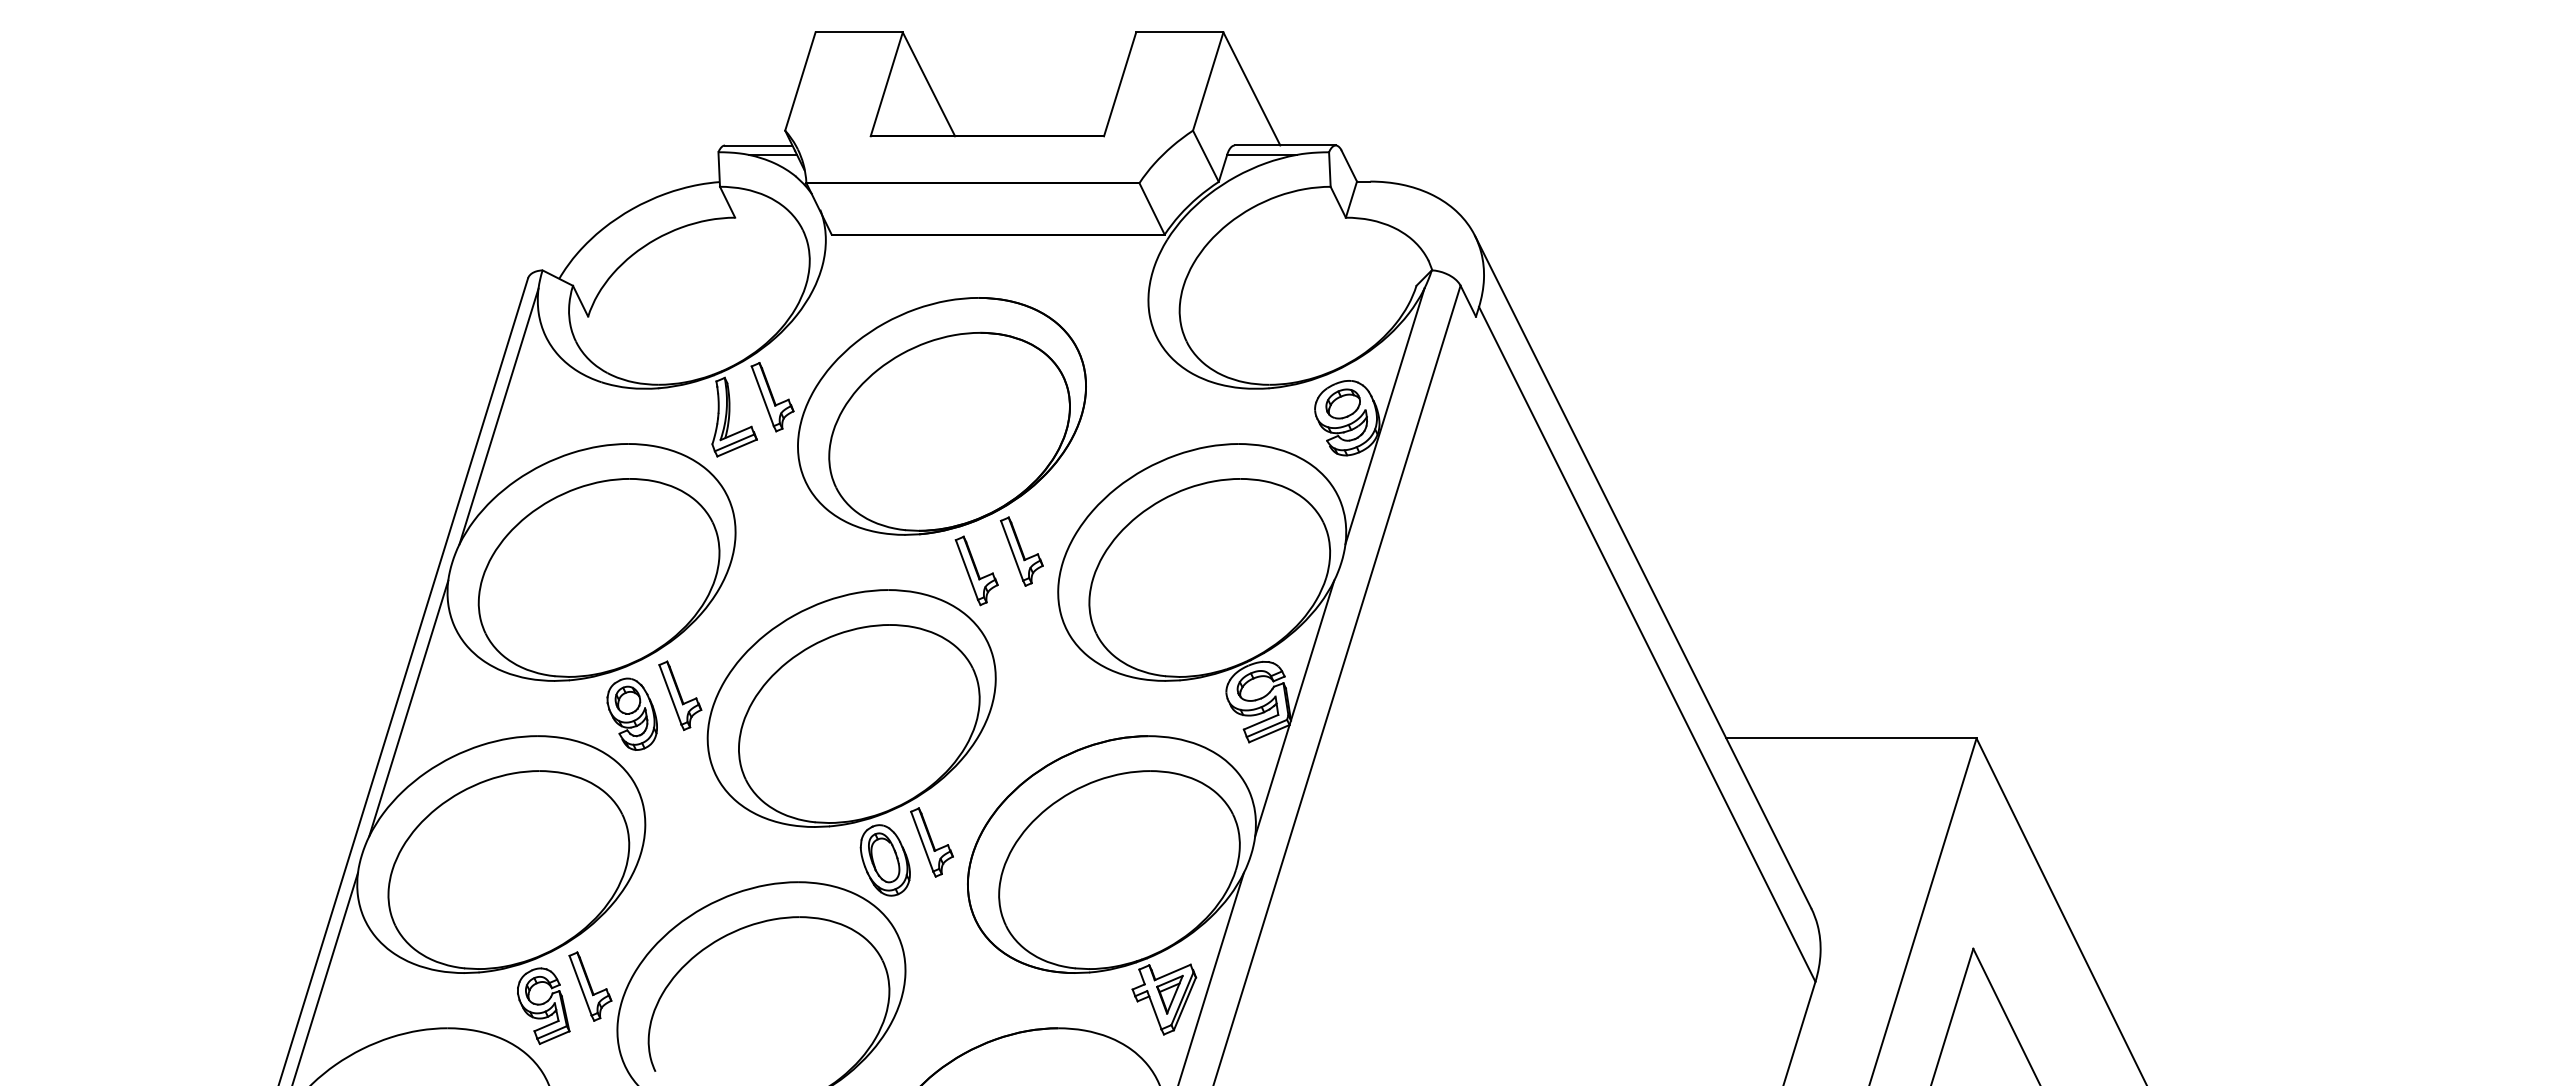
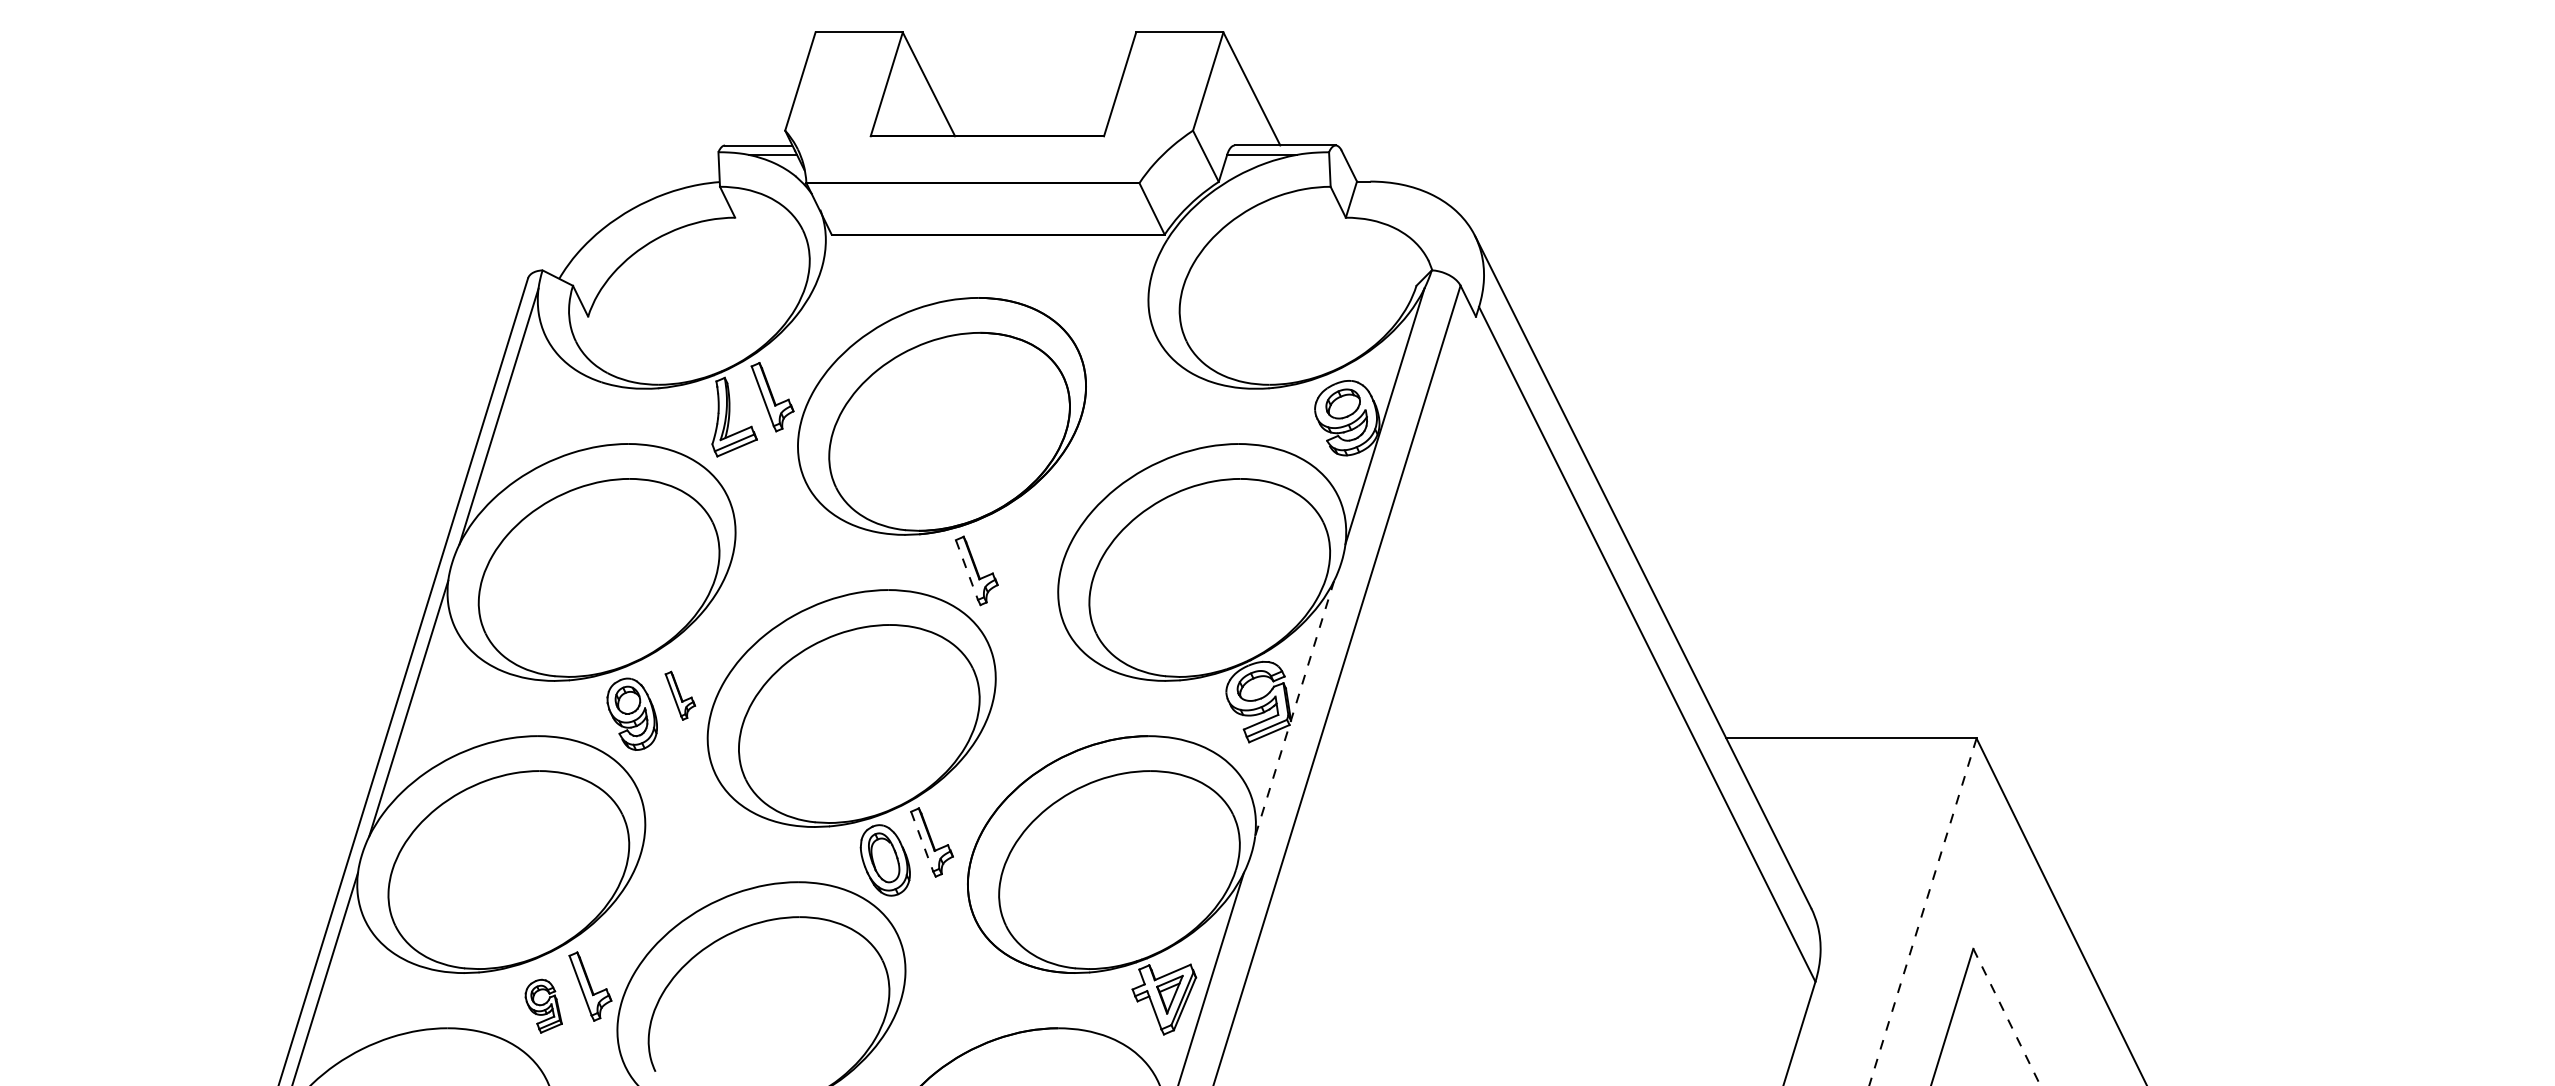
part at (1021, 551): present -> none
line at (966, 570): solid -> dashed
part at (680, 695) size: 45x72 px -> 33x51 px
line at (1294, 708): solid -> dashed
line at (922, 841): solid -> dashed
line at (1922, 912): solid -> dashed
part at (543, 1006) size: 54x79 px -> 39x56 px
line at (2006, 1016): solid -> dashed
